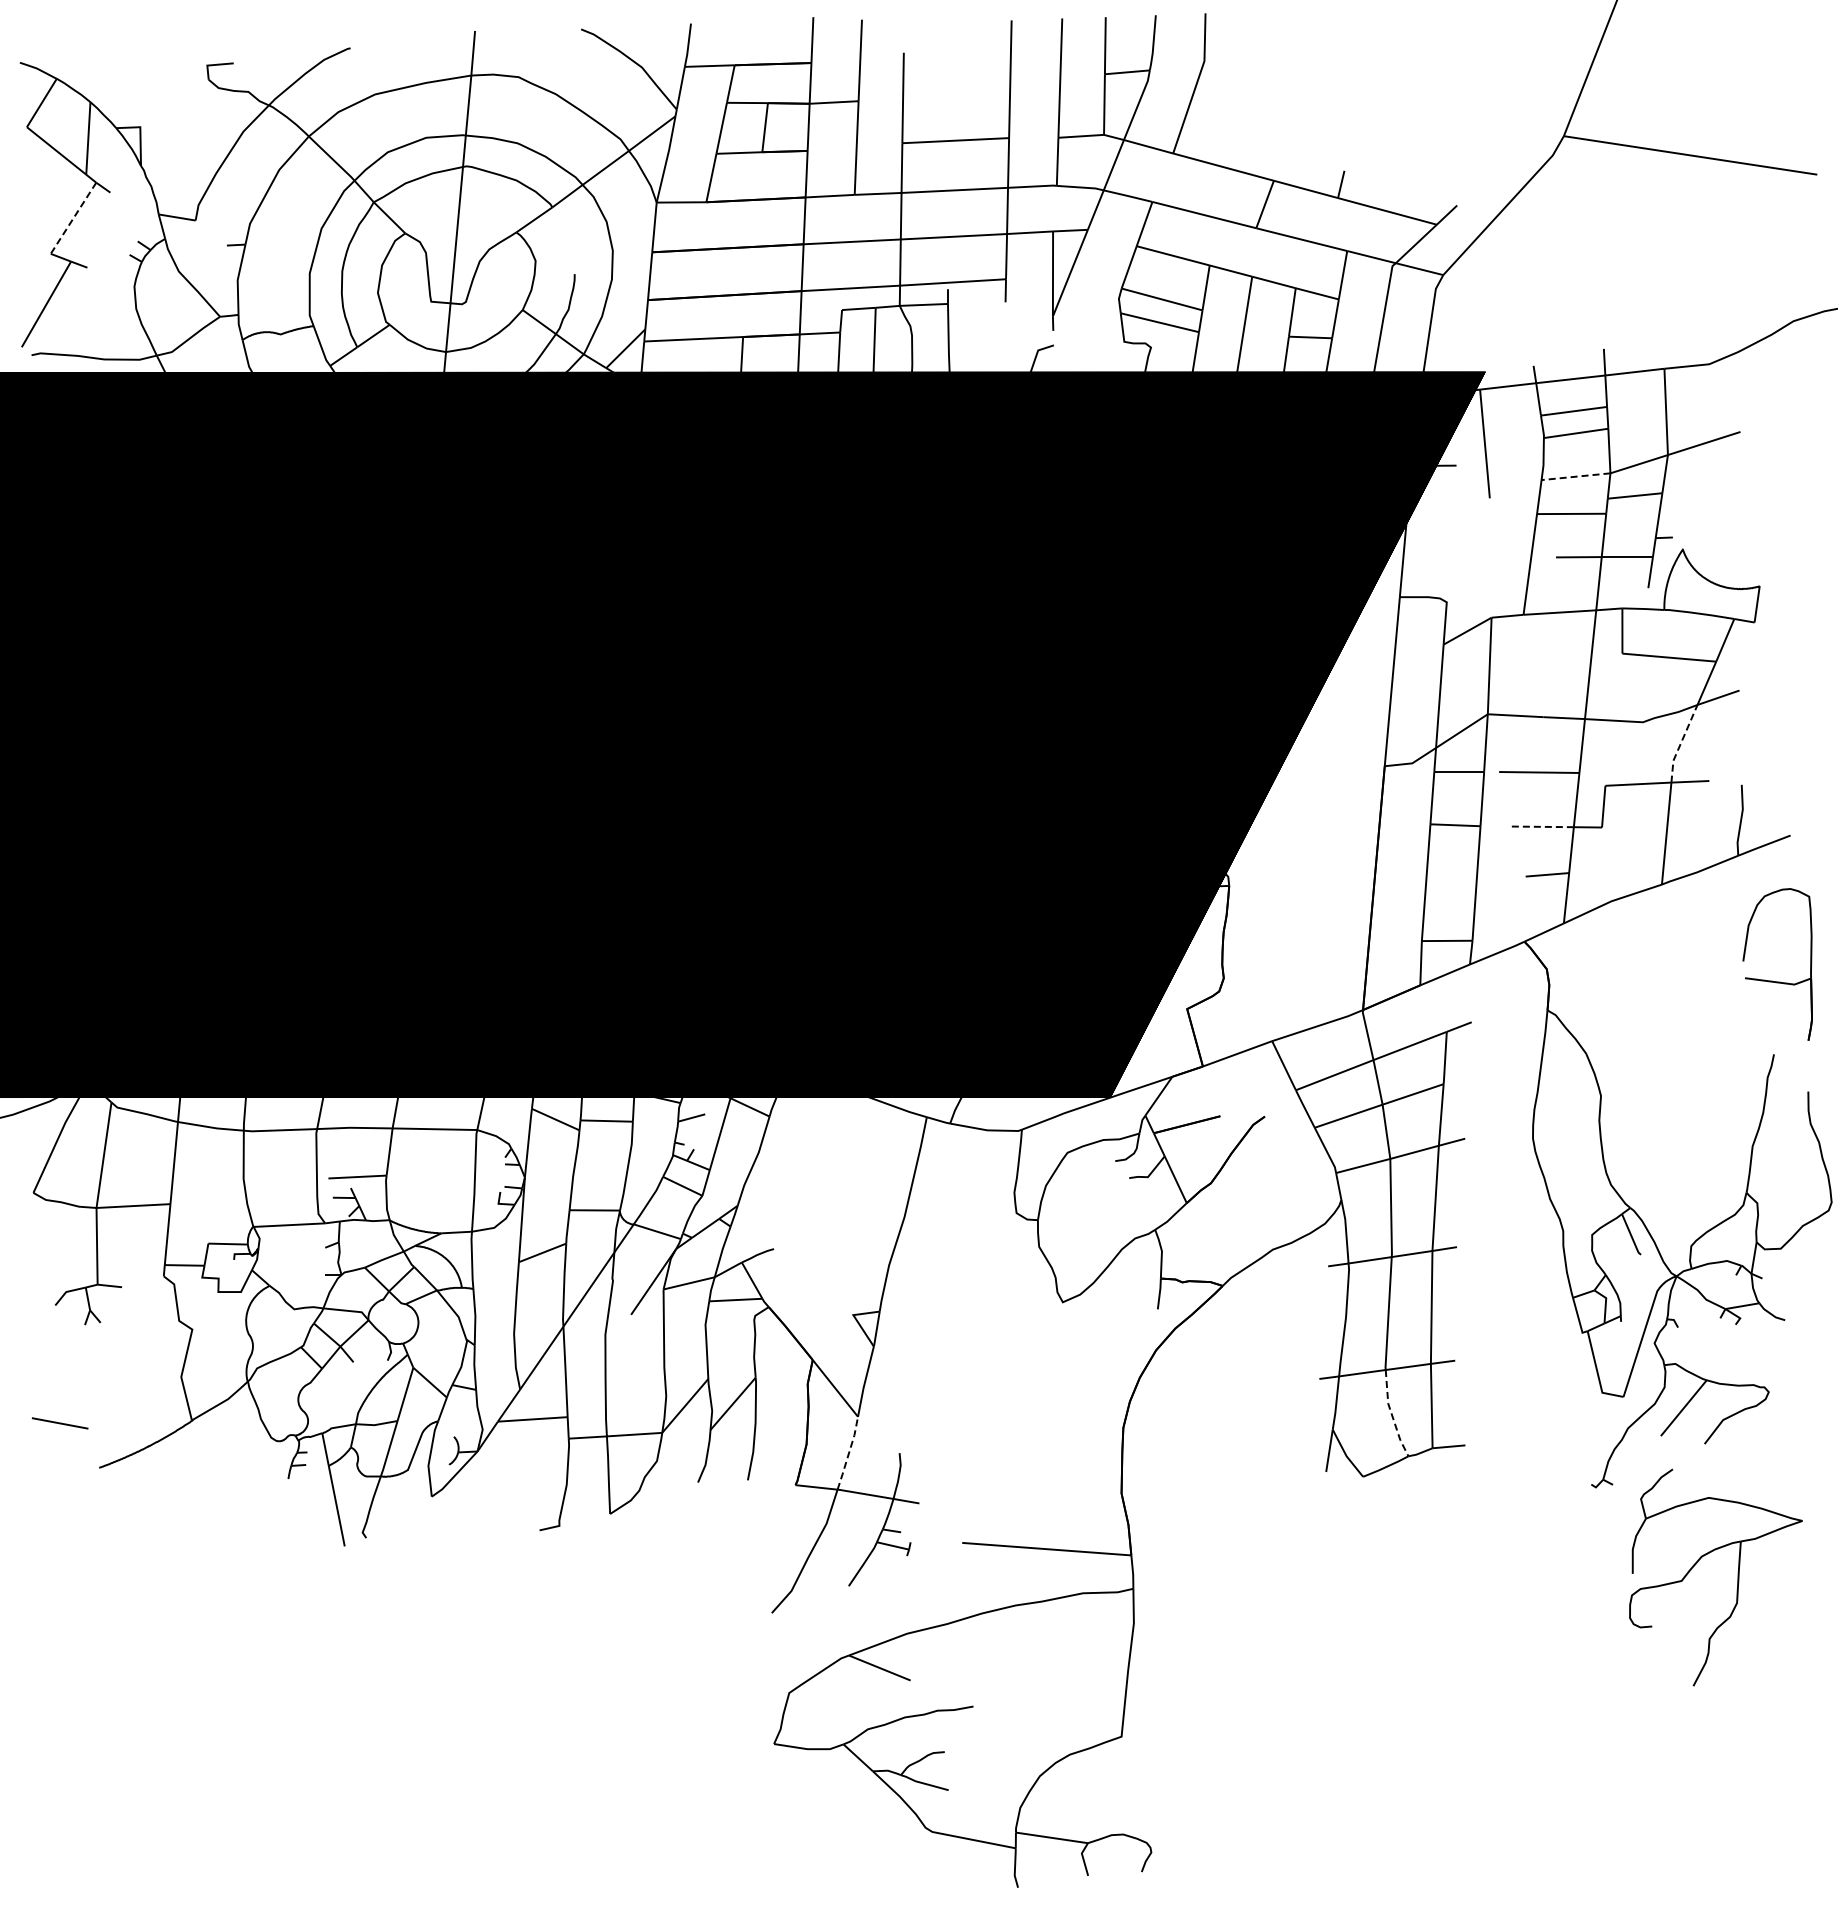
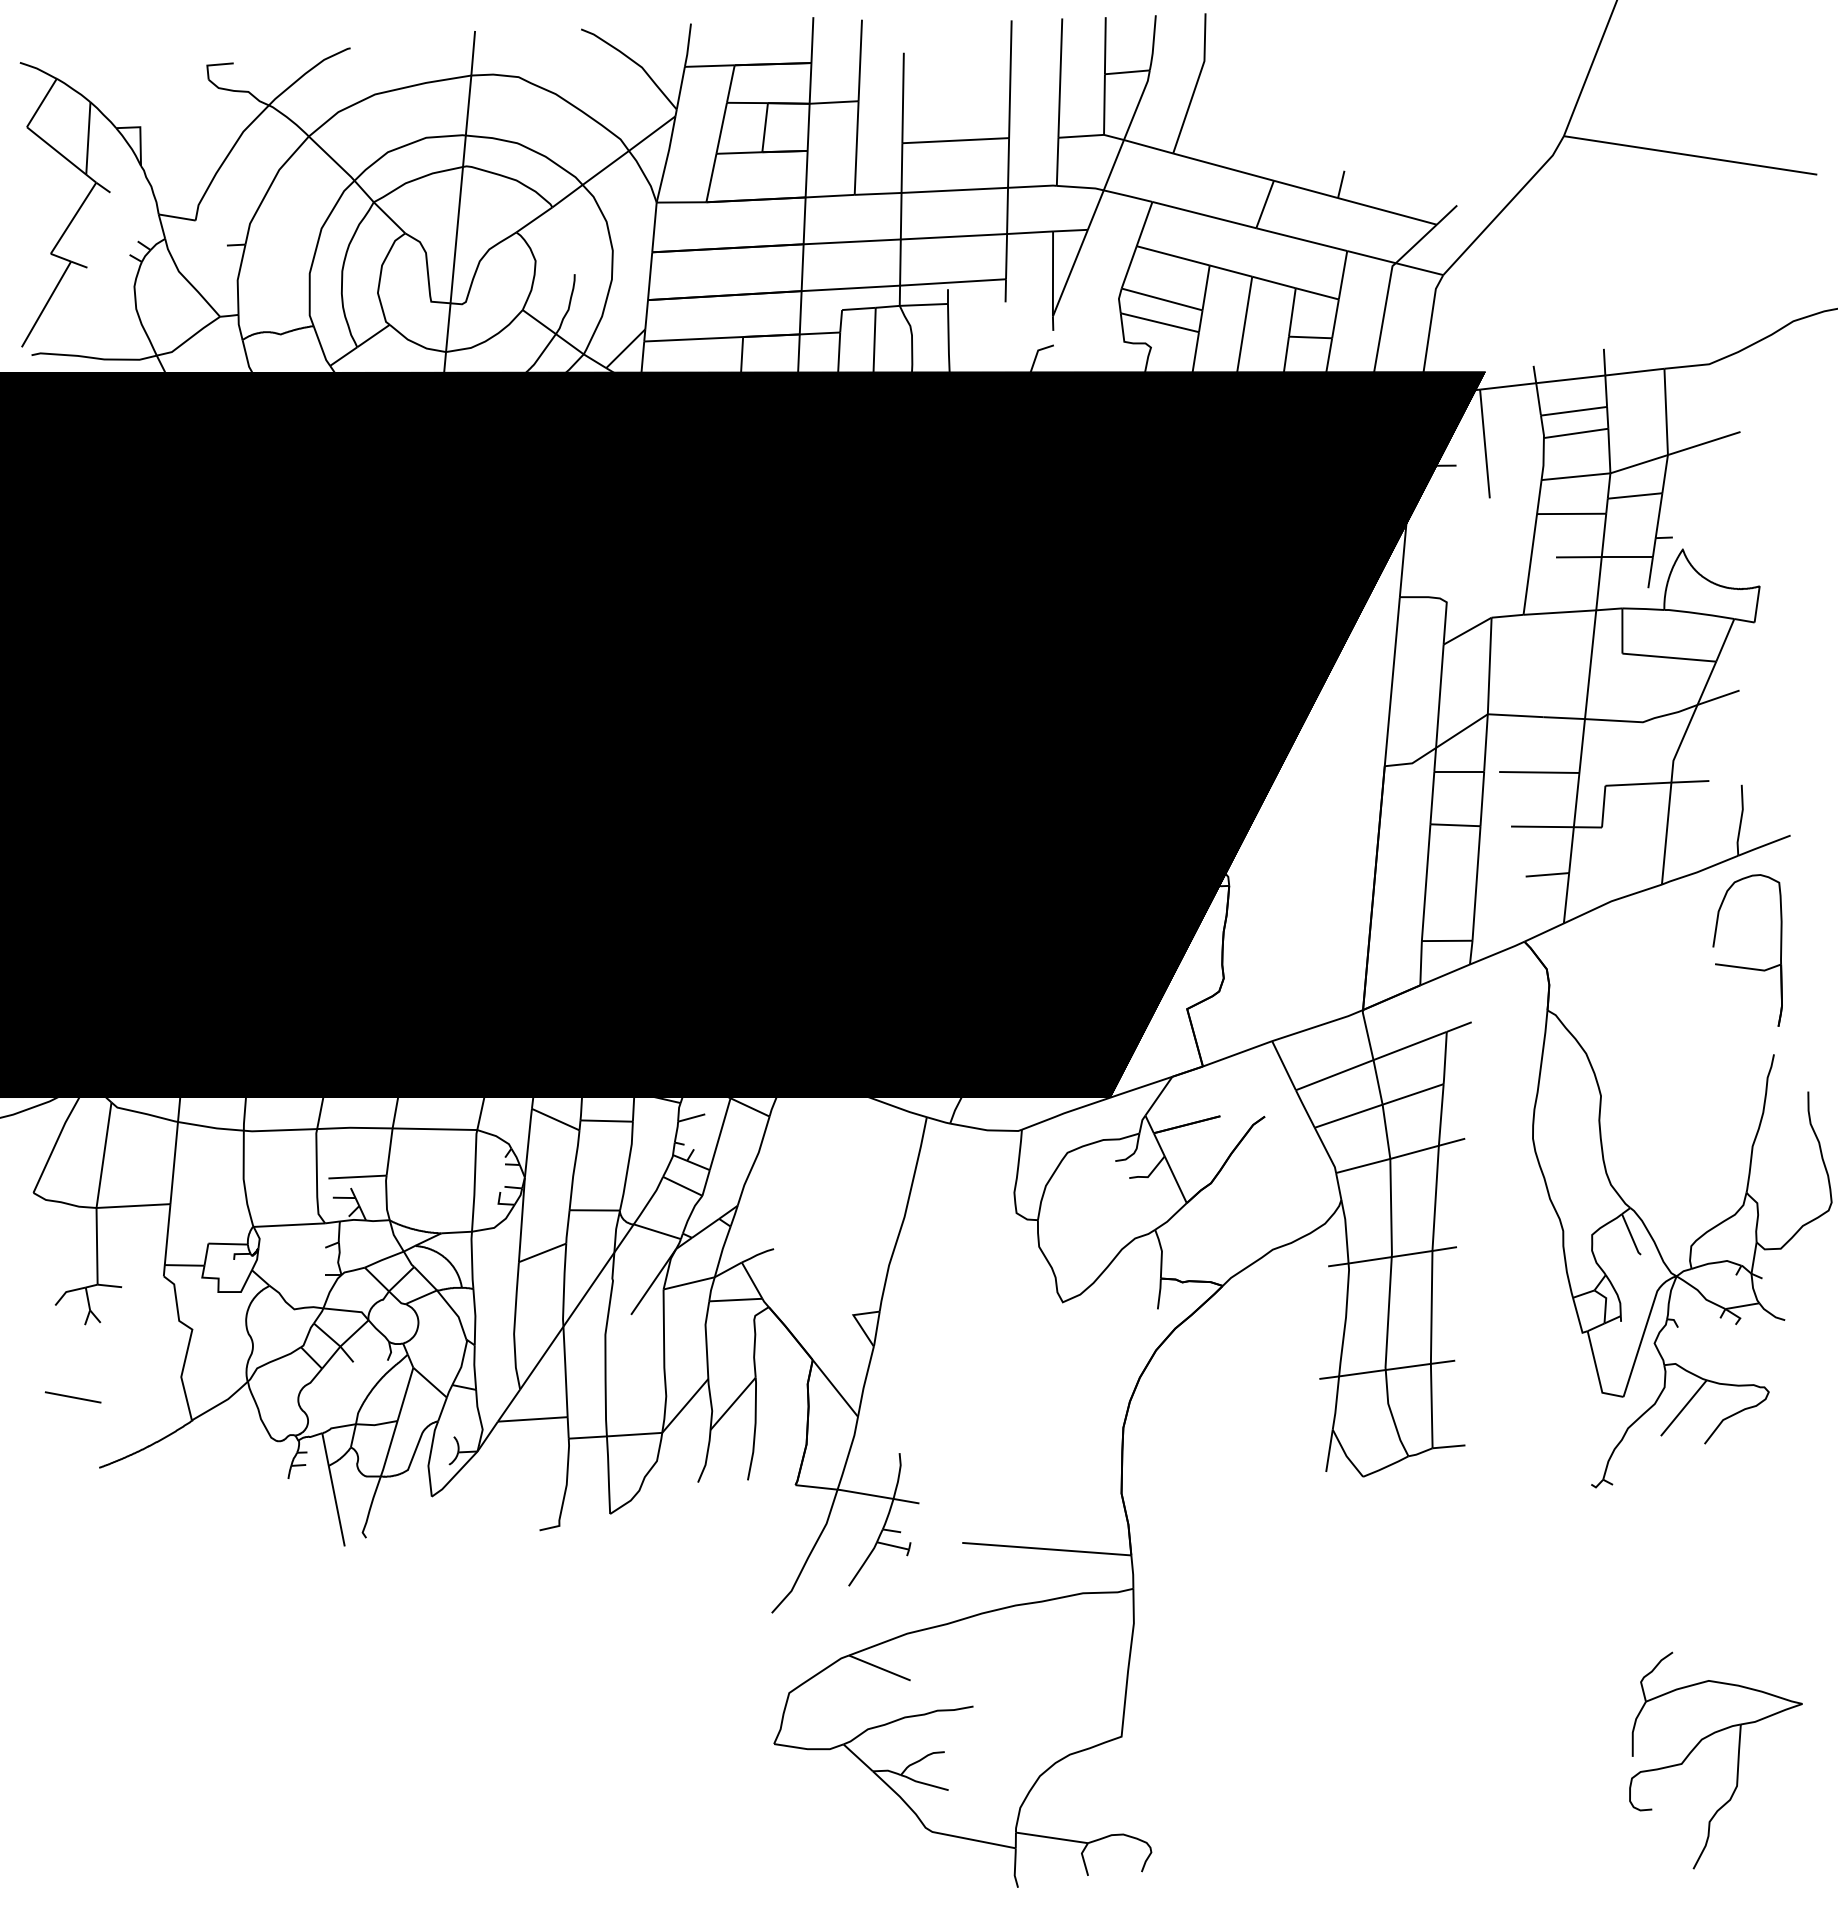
line at (73, 218): dashed -> solid
line at (1576, 476): dashed -> solid
line at (1680, 743): dashed -> solid
line at (1541, 826): dashed -> solid
part at (1772, 980) position: (1772, 980) -> (1742, 966)
line at (1391, 1414): dashed -> solid
line at (59, 1423) position: (59, 1423) -> (72, 1397)
line at (848, 1453): dashed -> solid
part at (1737, 1577) position: (1737, 1577) -> (1737, 1760)
